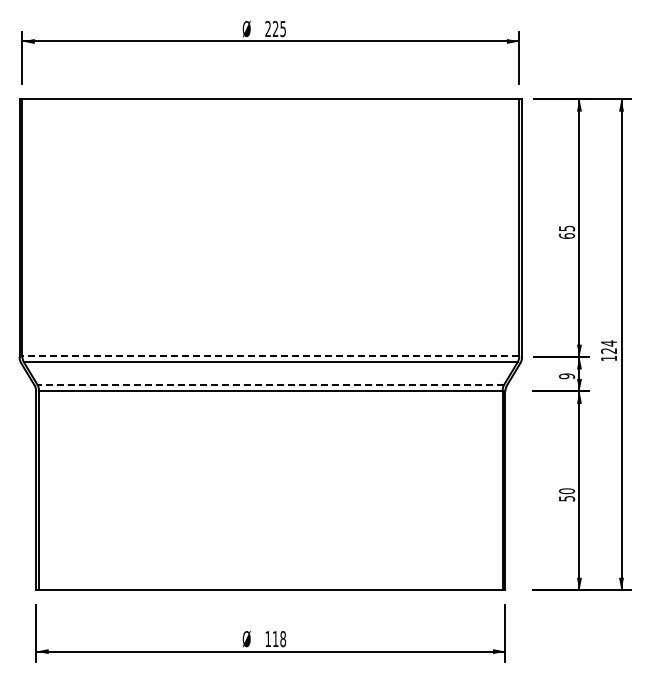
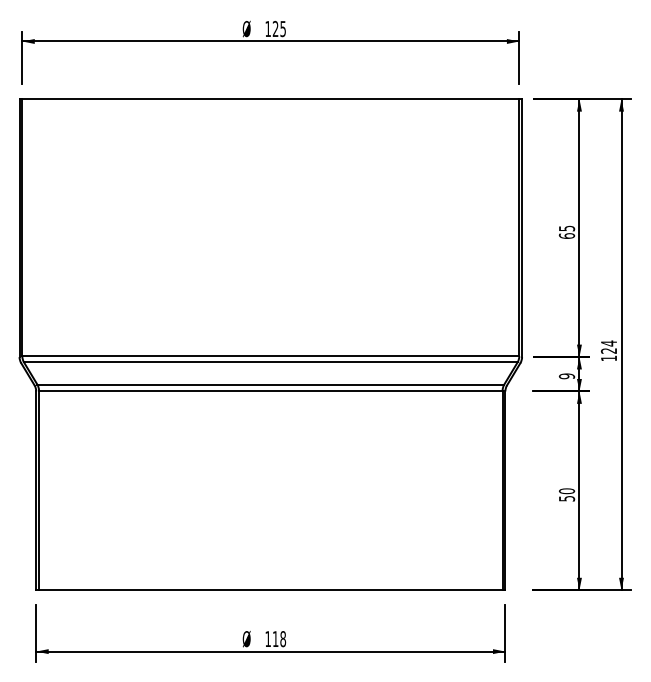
text at (267, 28): 225 -> 125
line at (270, 356): dashed -> solid
line at (270, 384): dashed -> solid
